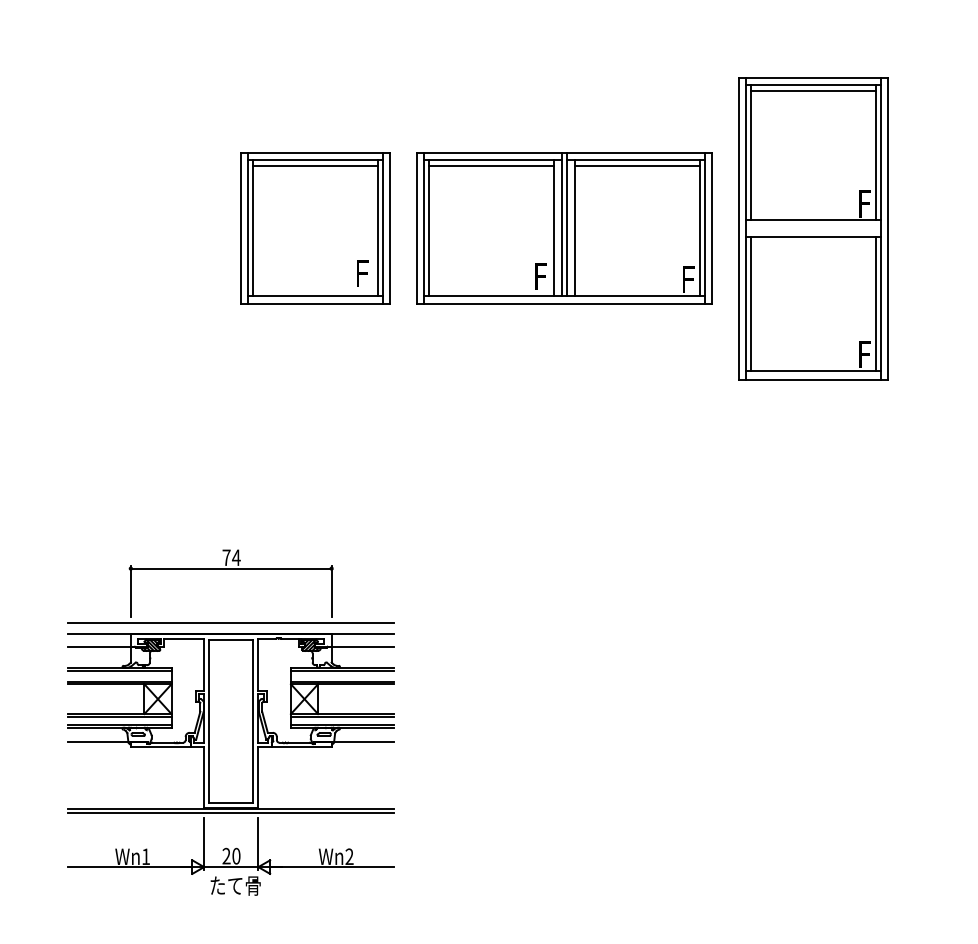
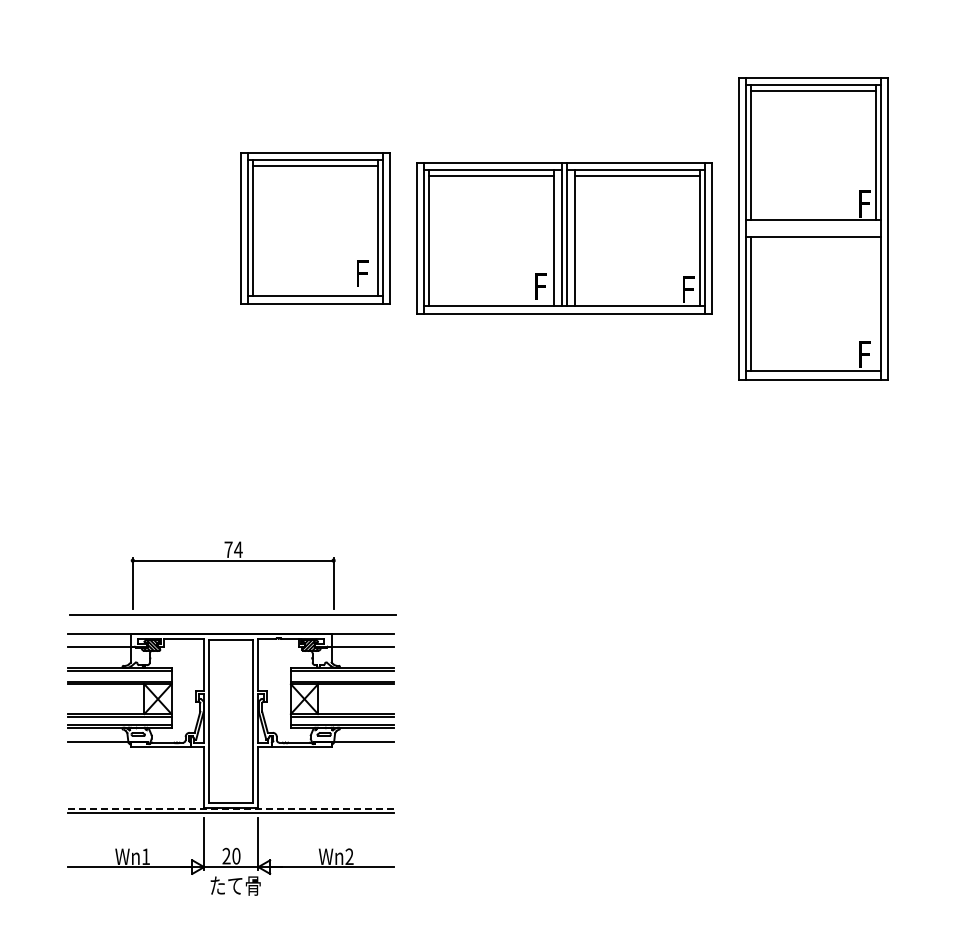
part at (564, 228) position: (564, 228) -> (564, 238)
line at (876, 303): present -> none
part at (230, 569) position: (230, 569) -> (232, 561)
line at (231, 808): solid -> dashed
